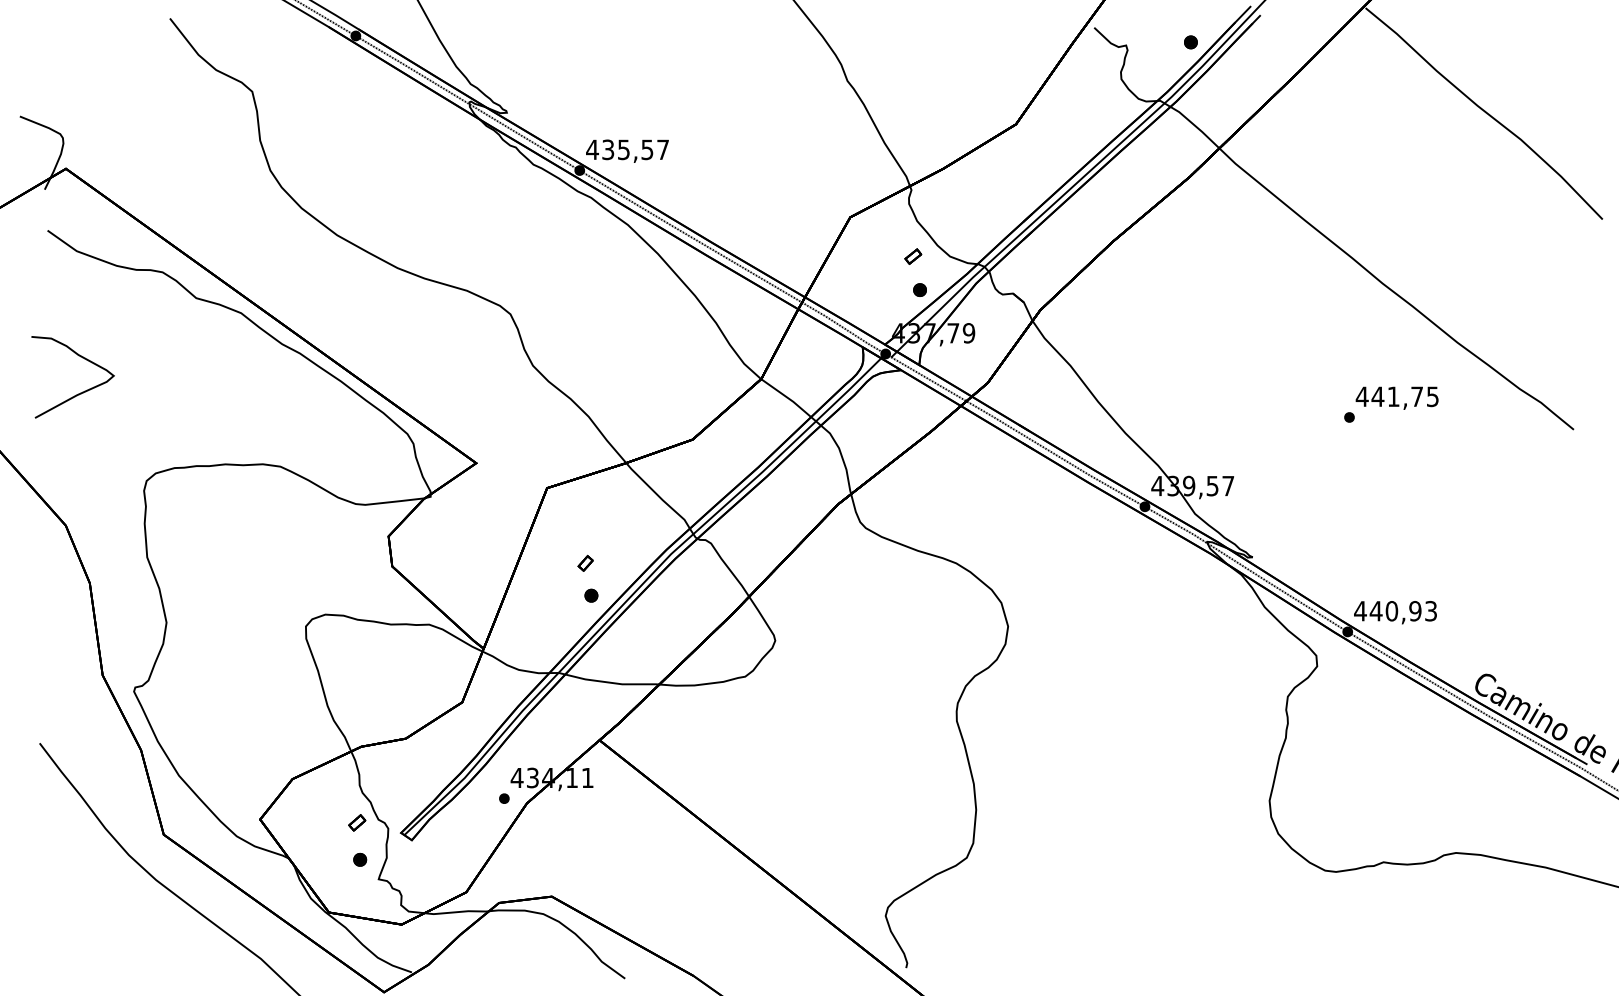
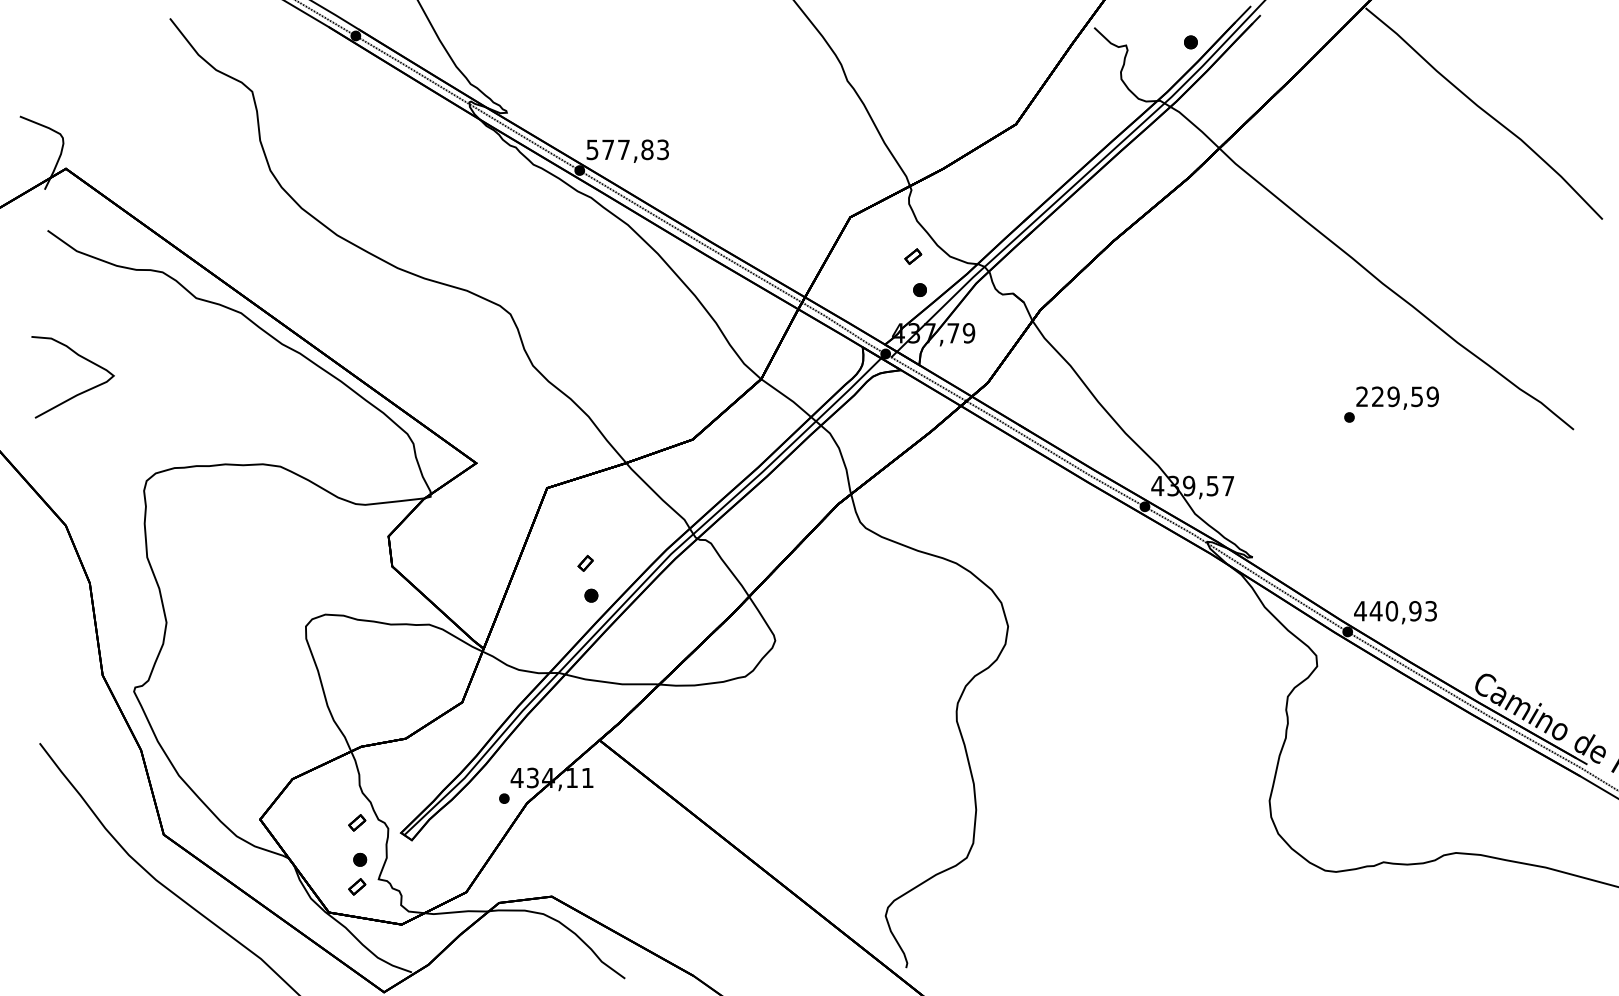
text at (627, 149): 435,57 -> 577,83
text at (1396, 396): 441,75 -> 229,59
part at (357, 886): none -> present
